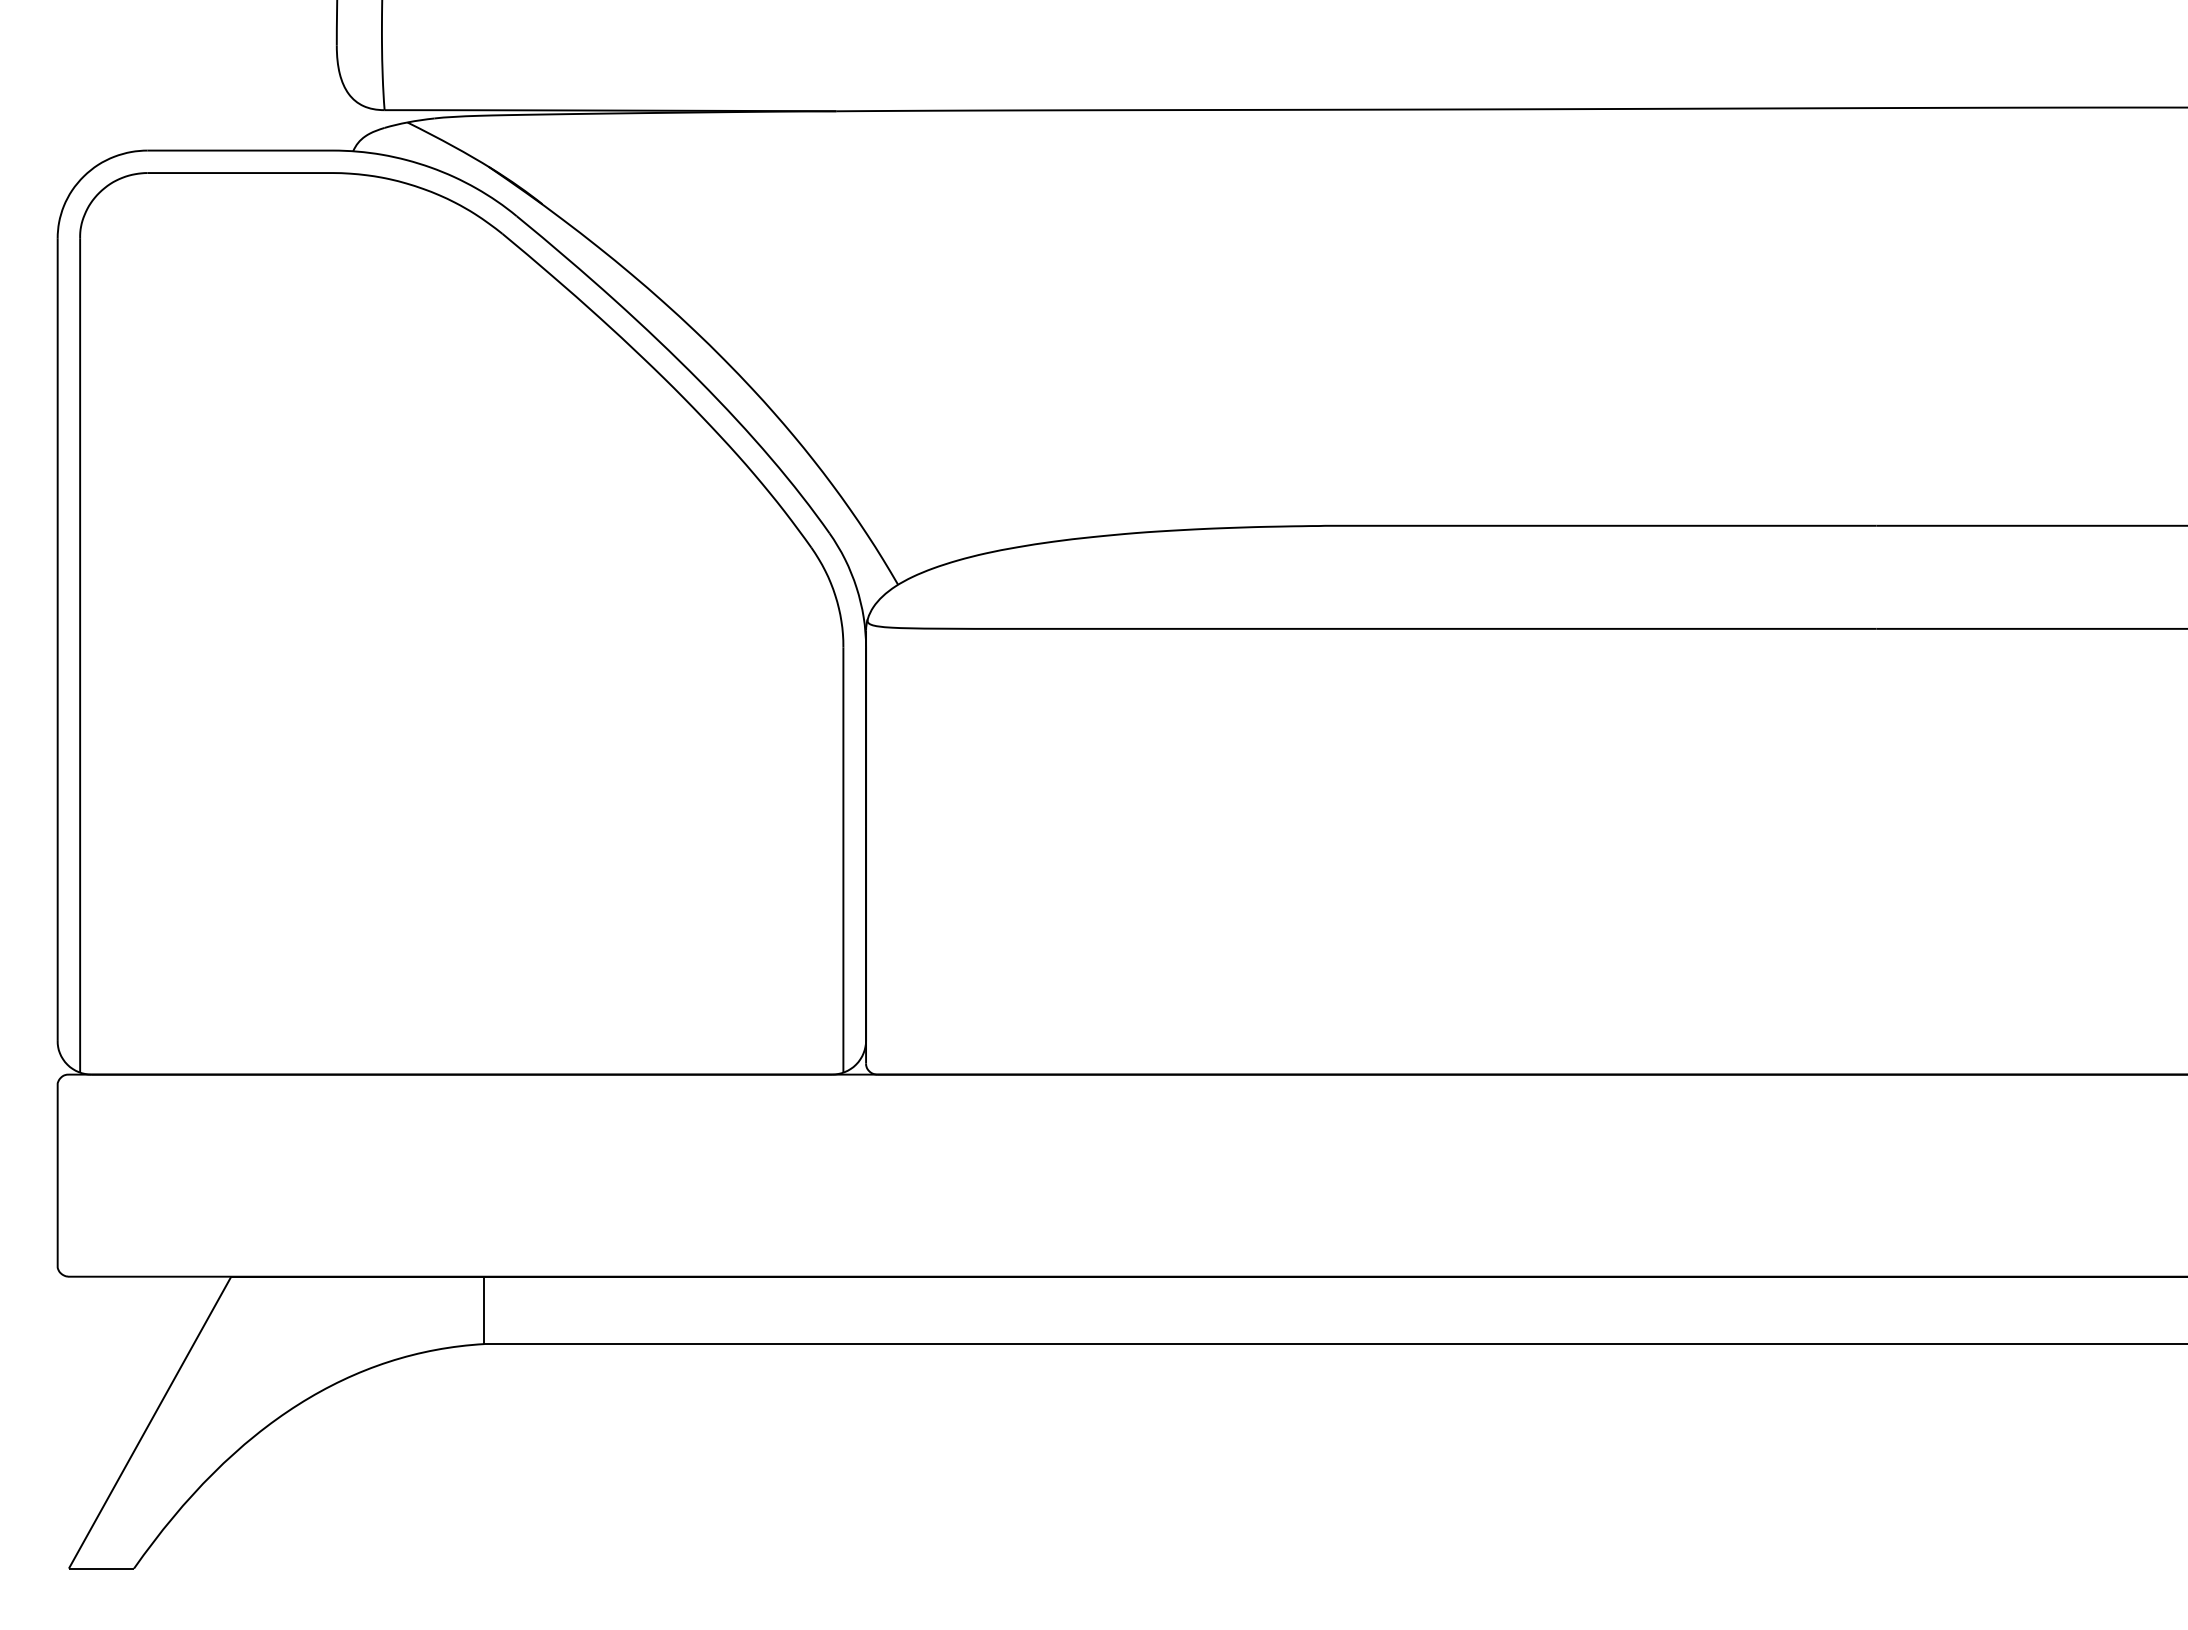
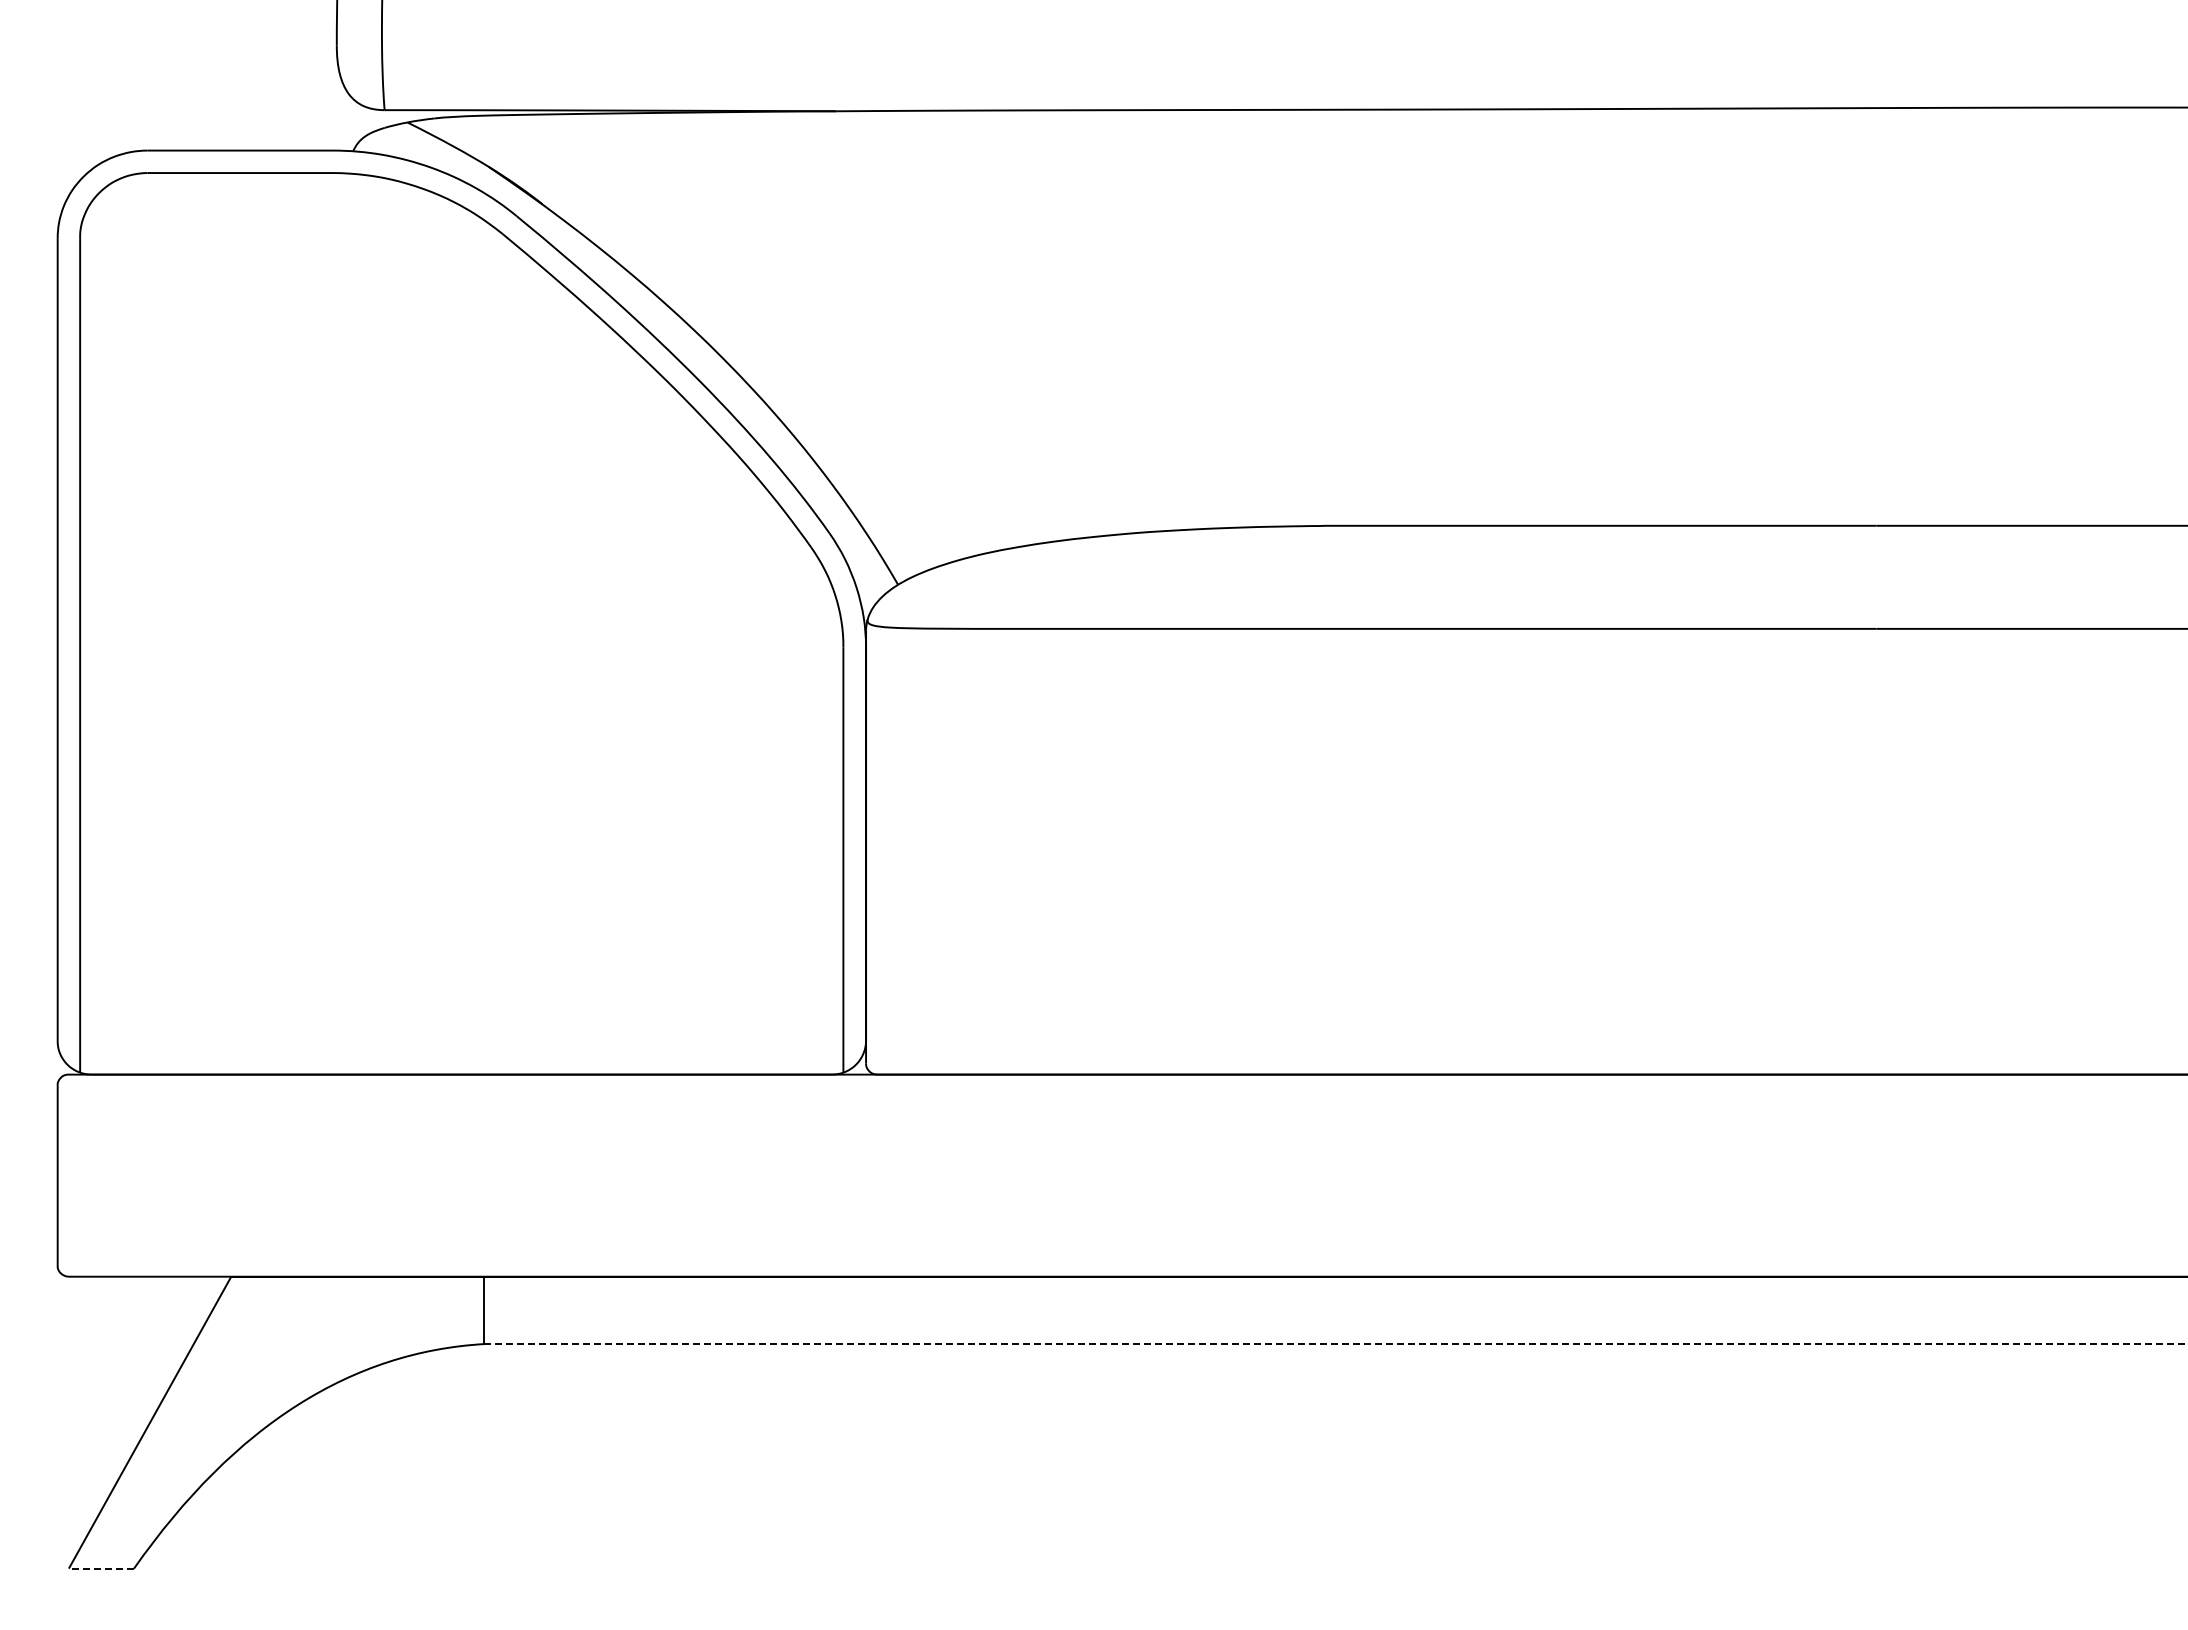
line at (1336, 1344): solid -> dashed
line at (101, 1568): solid -> dashed
